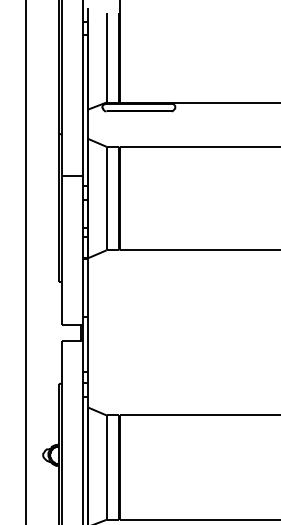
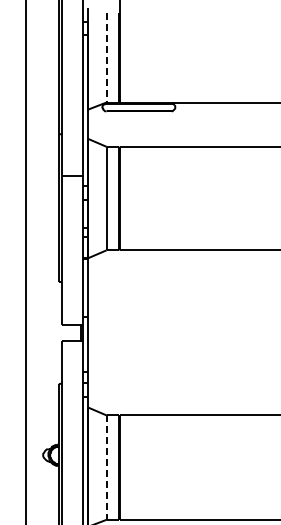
line at (106, 57): solid -> dashed
line at (106, 468): solid -> dashed
